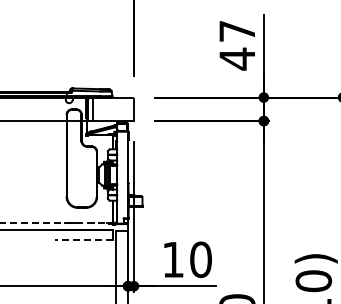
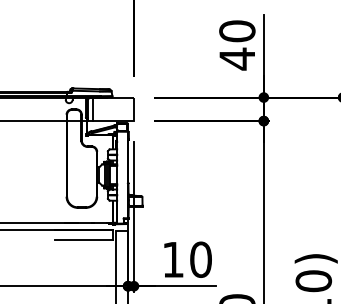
text at (237, 31): 47 -> 40
line at (57, 222): dashed -> solid
line at (83, 239): dashed -> solid
